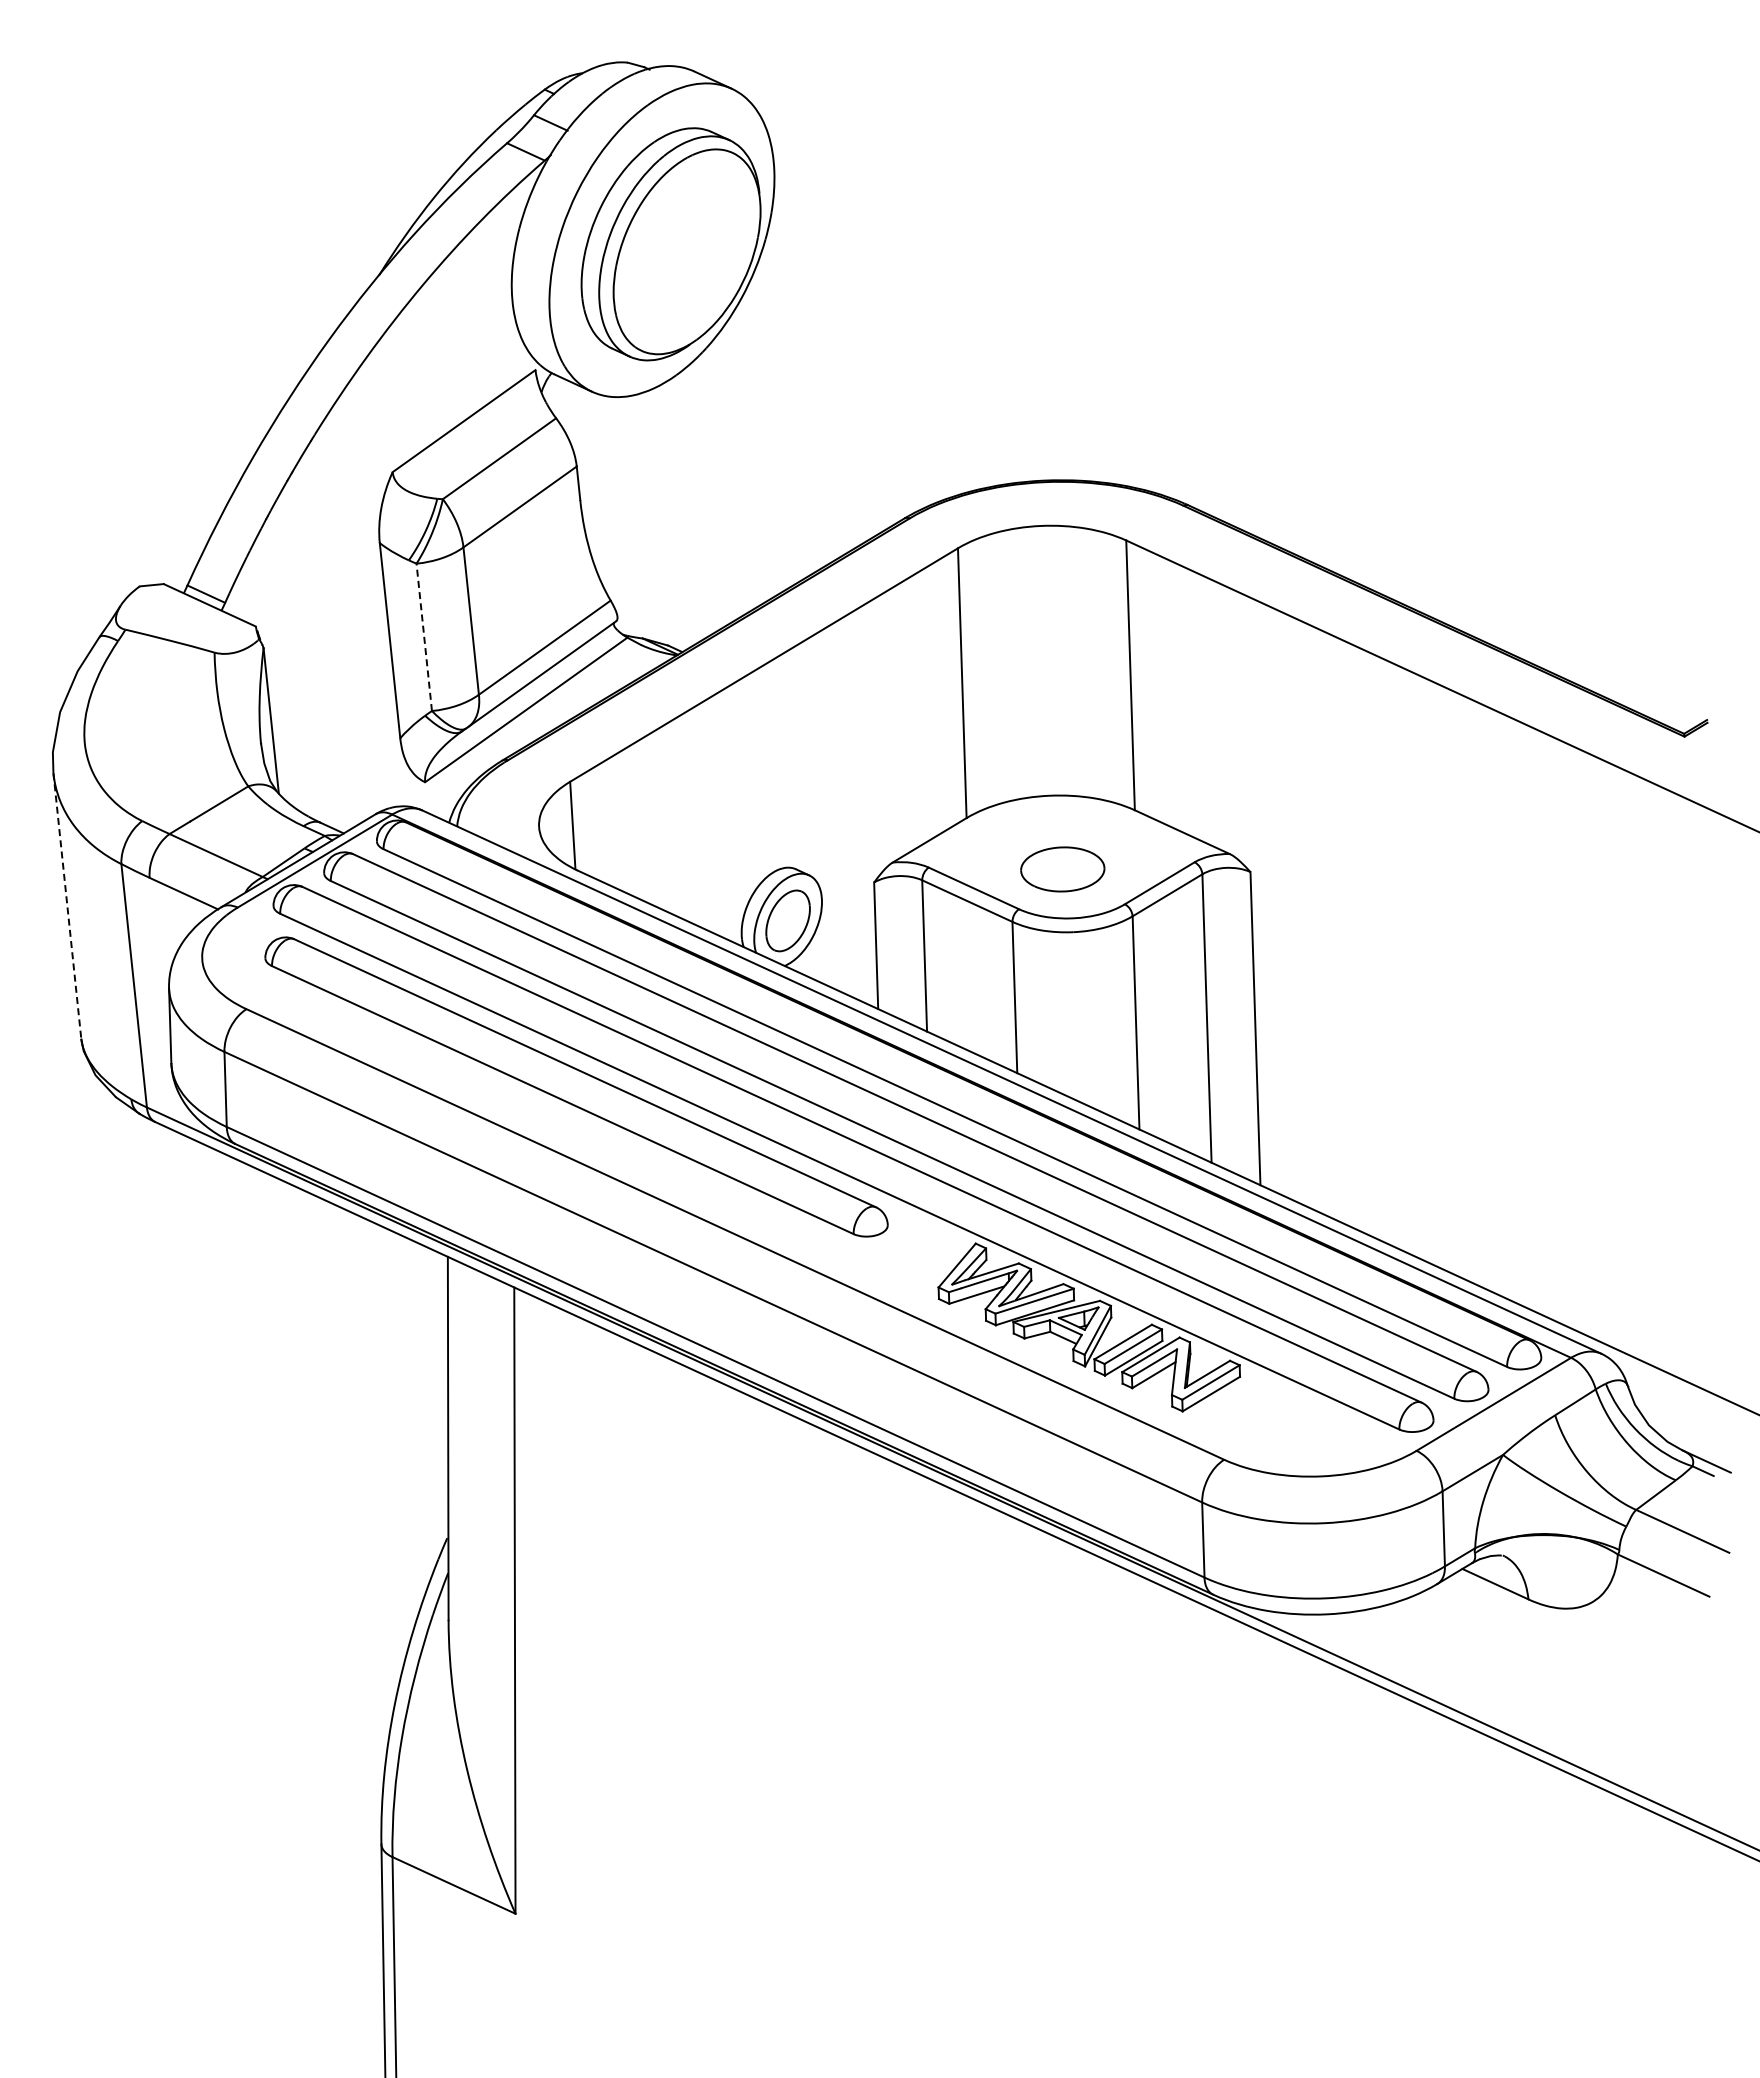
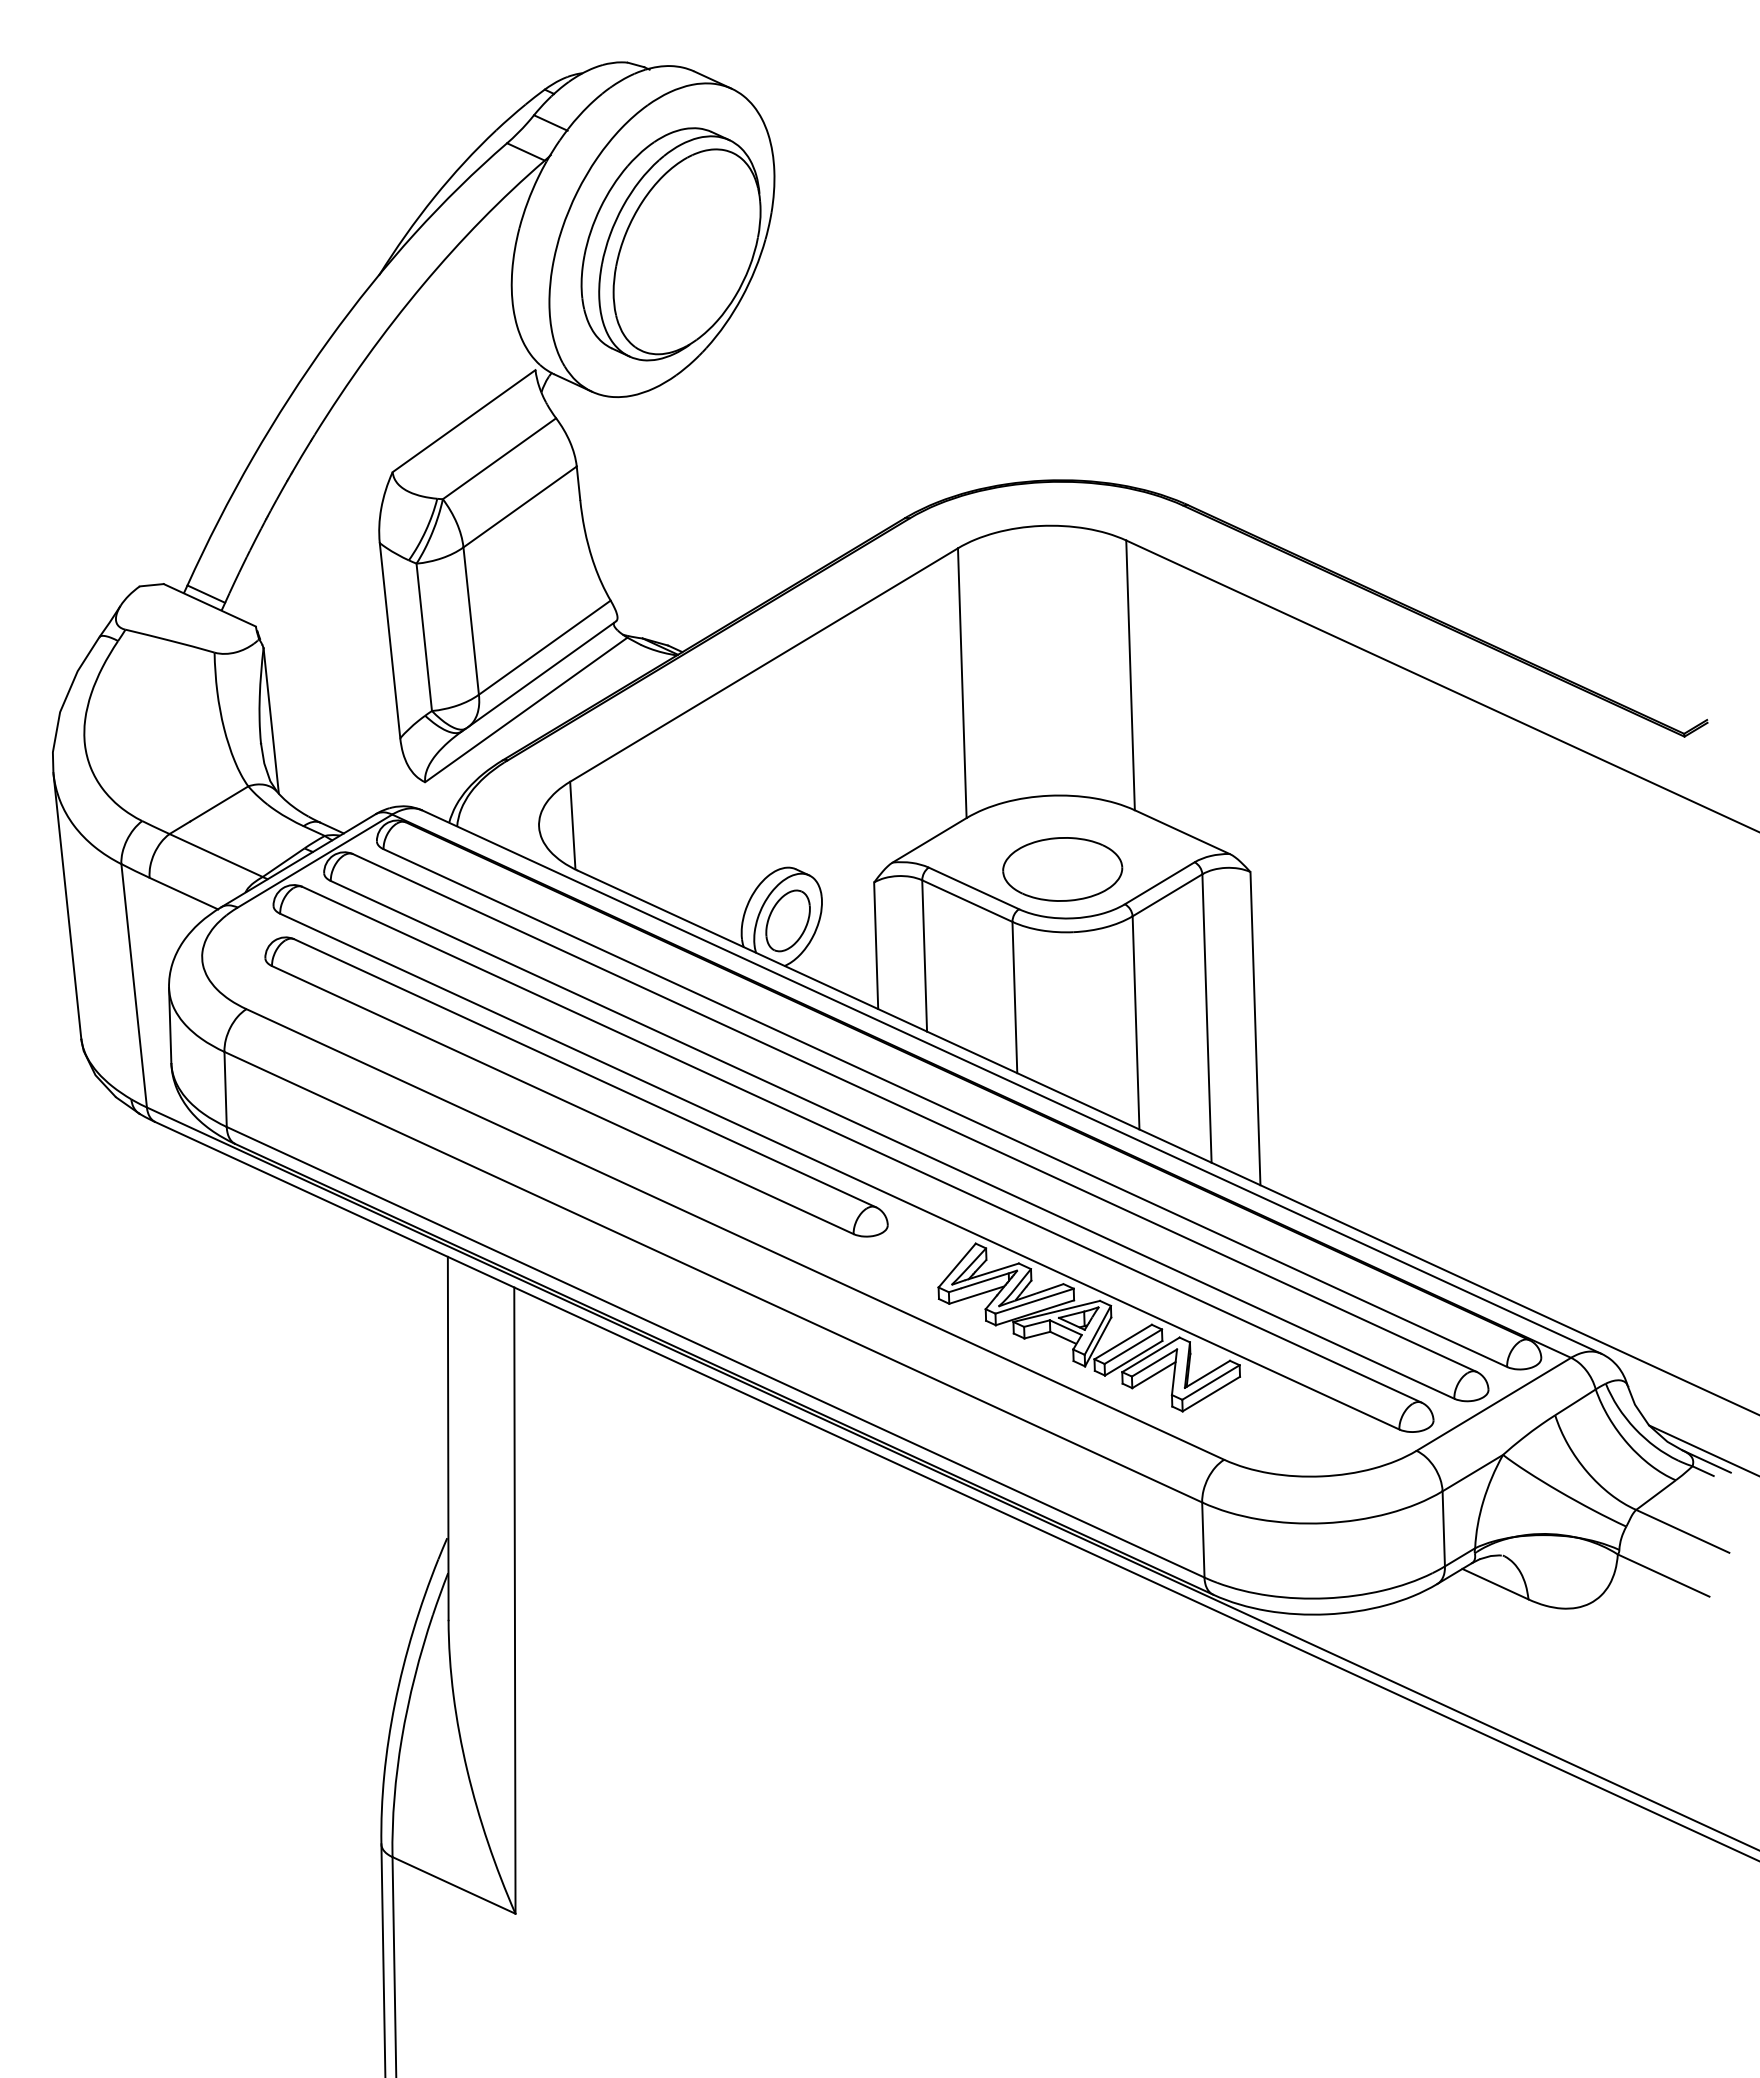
line at (424, 636): dashed -> solid
part at (1062, 869) size: 86x47 px -> 122x65 px
line at (67, 906): dashed -> solid
line at (1702, 1450): none -> present
